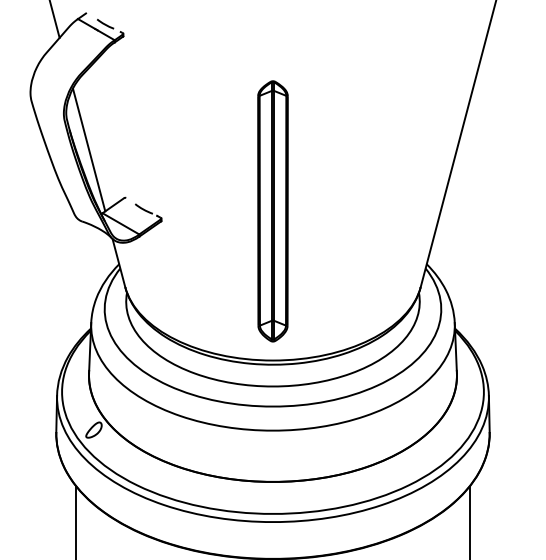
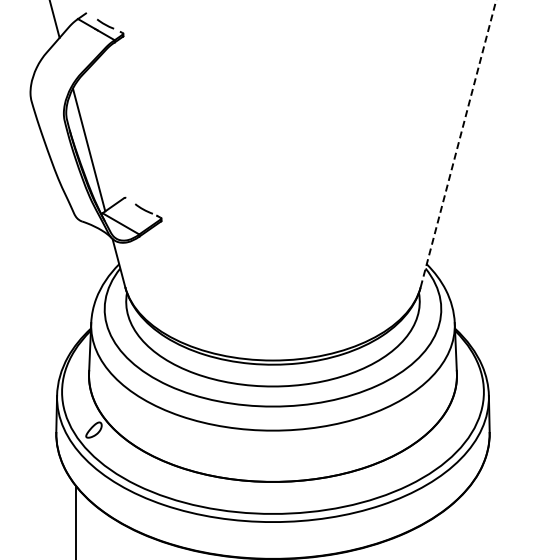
line at (458, 143): solid -> dashed
part at (272, 211): present -> none
line at (469, 521): present -> none
